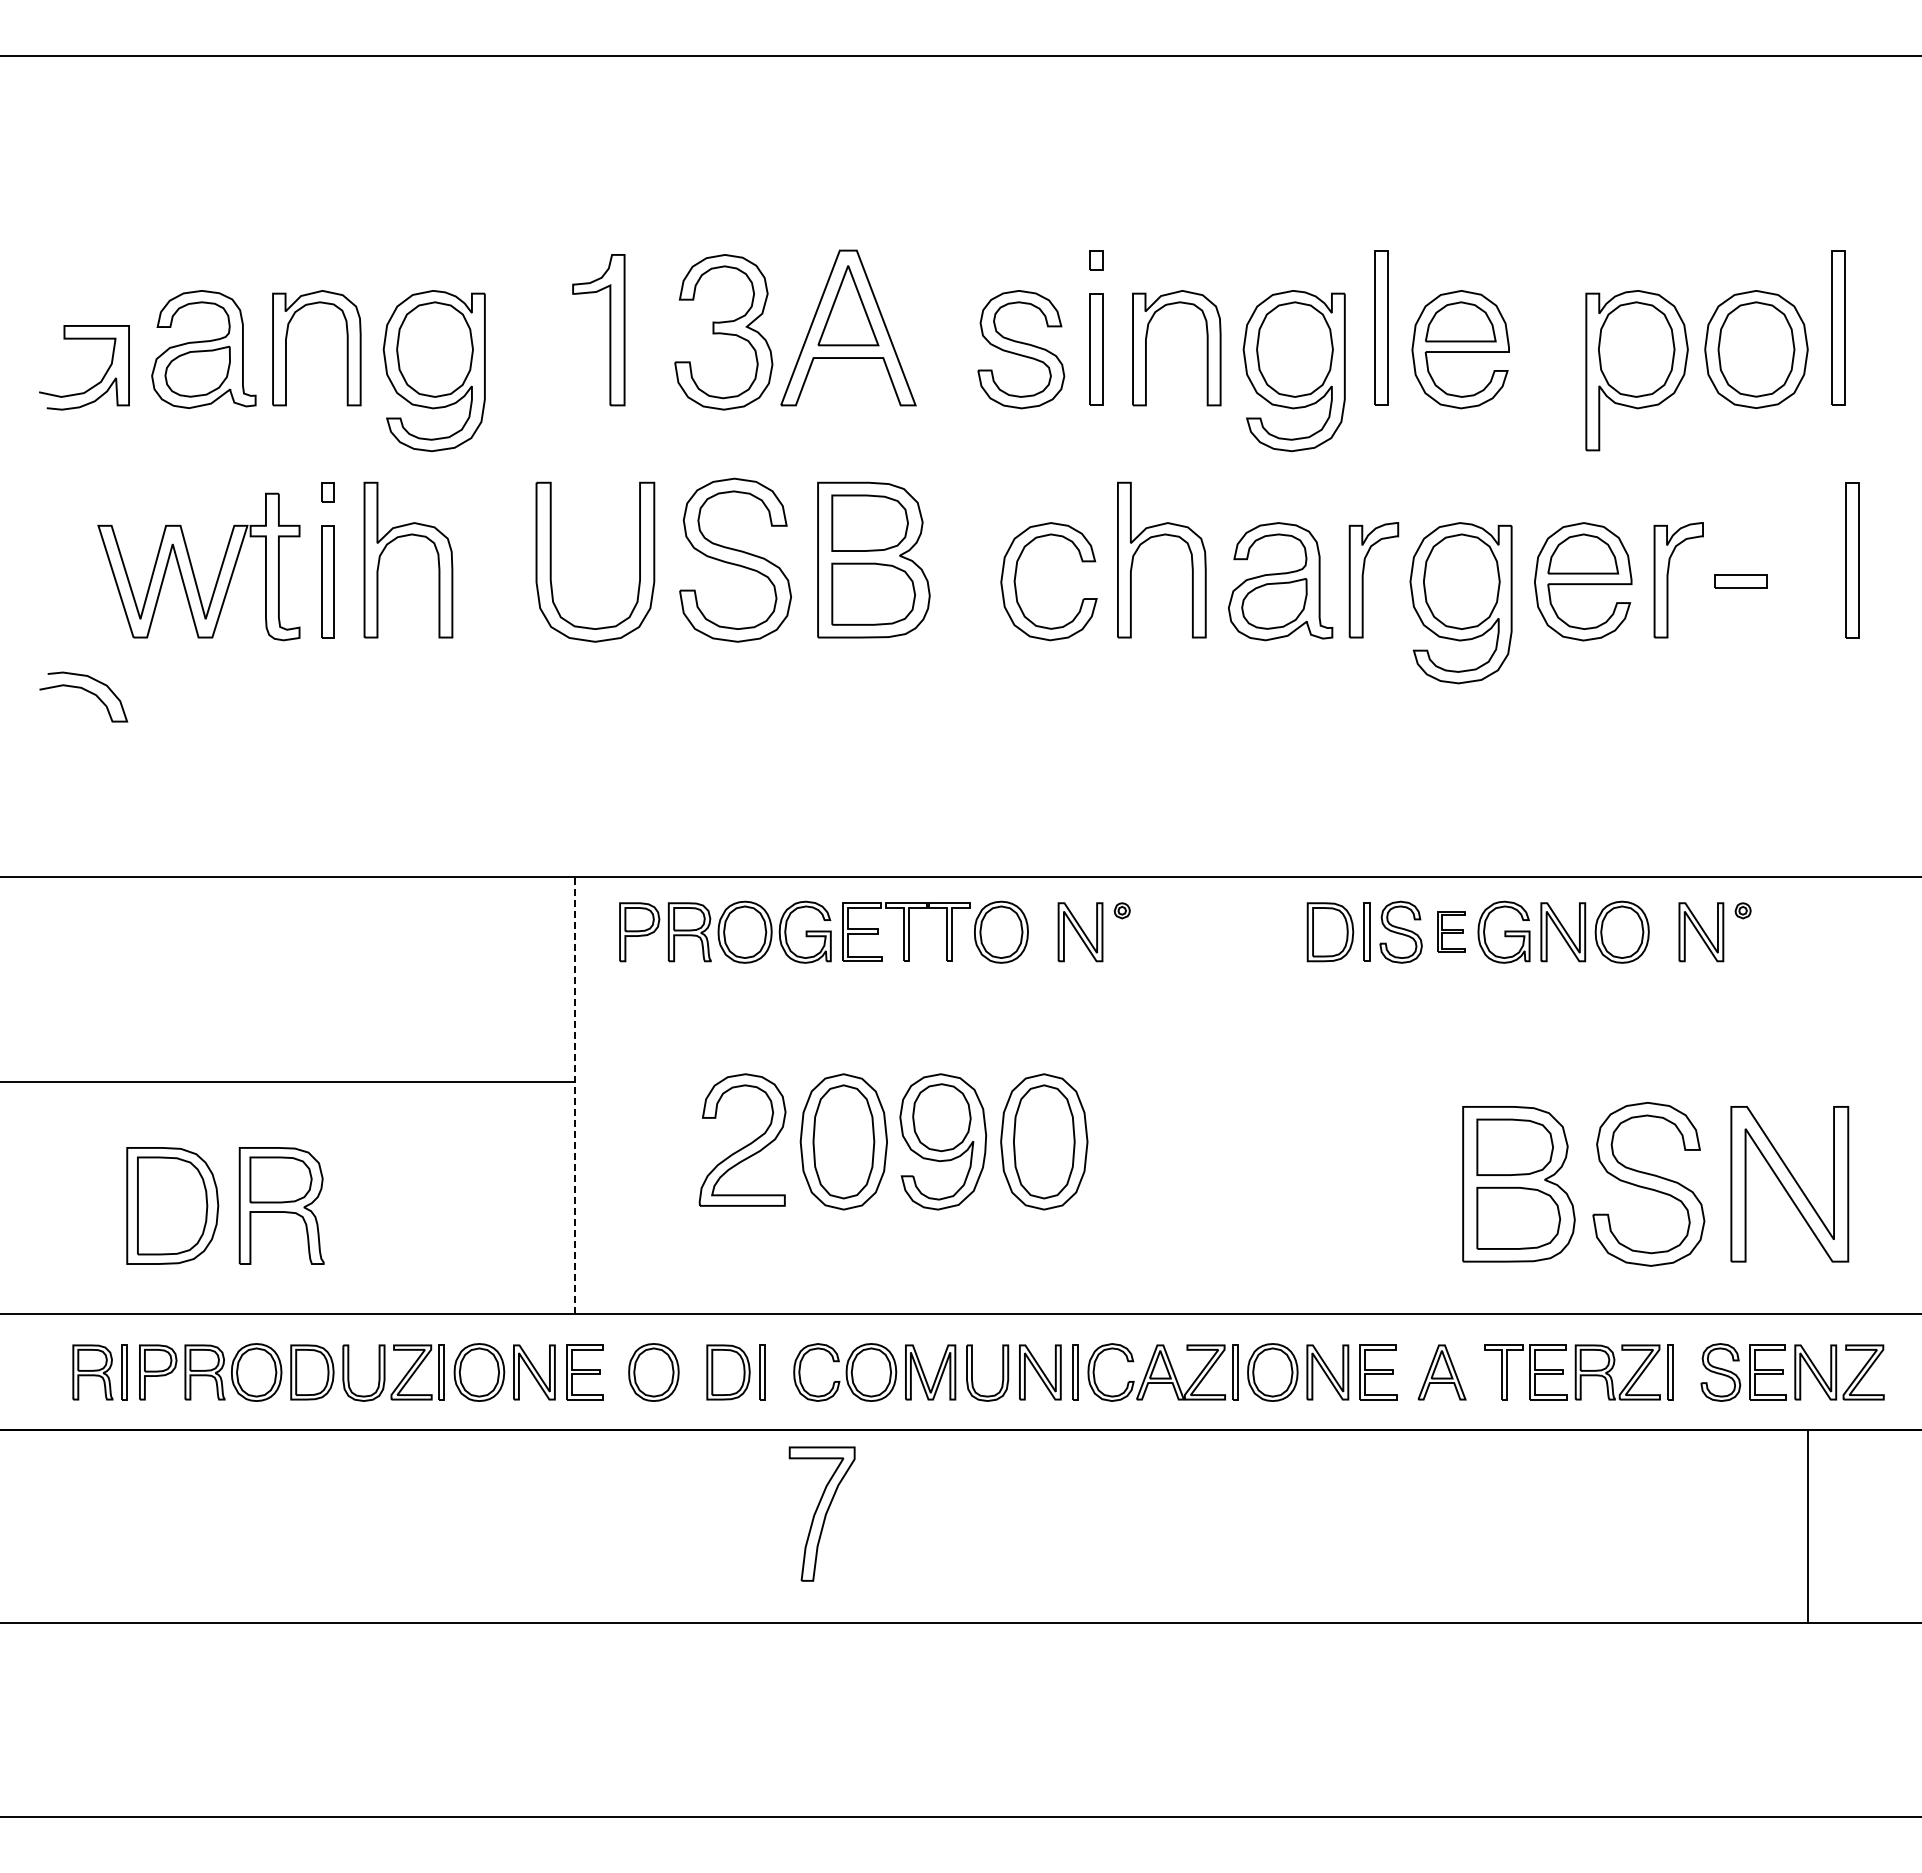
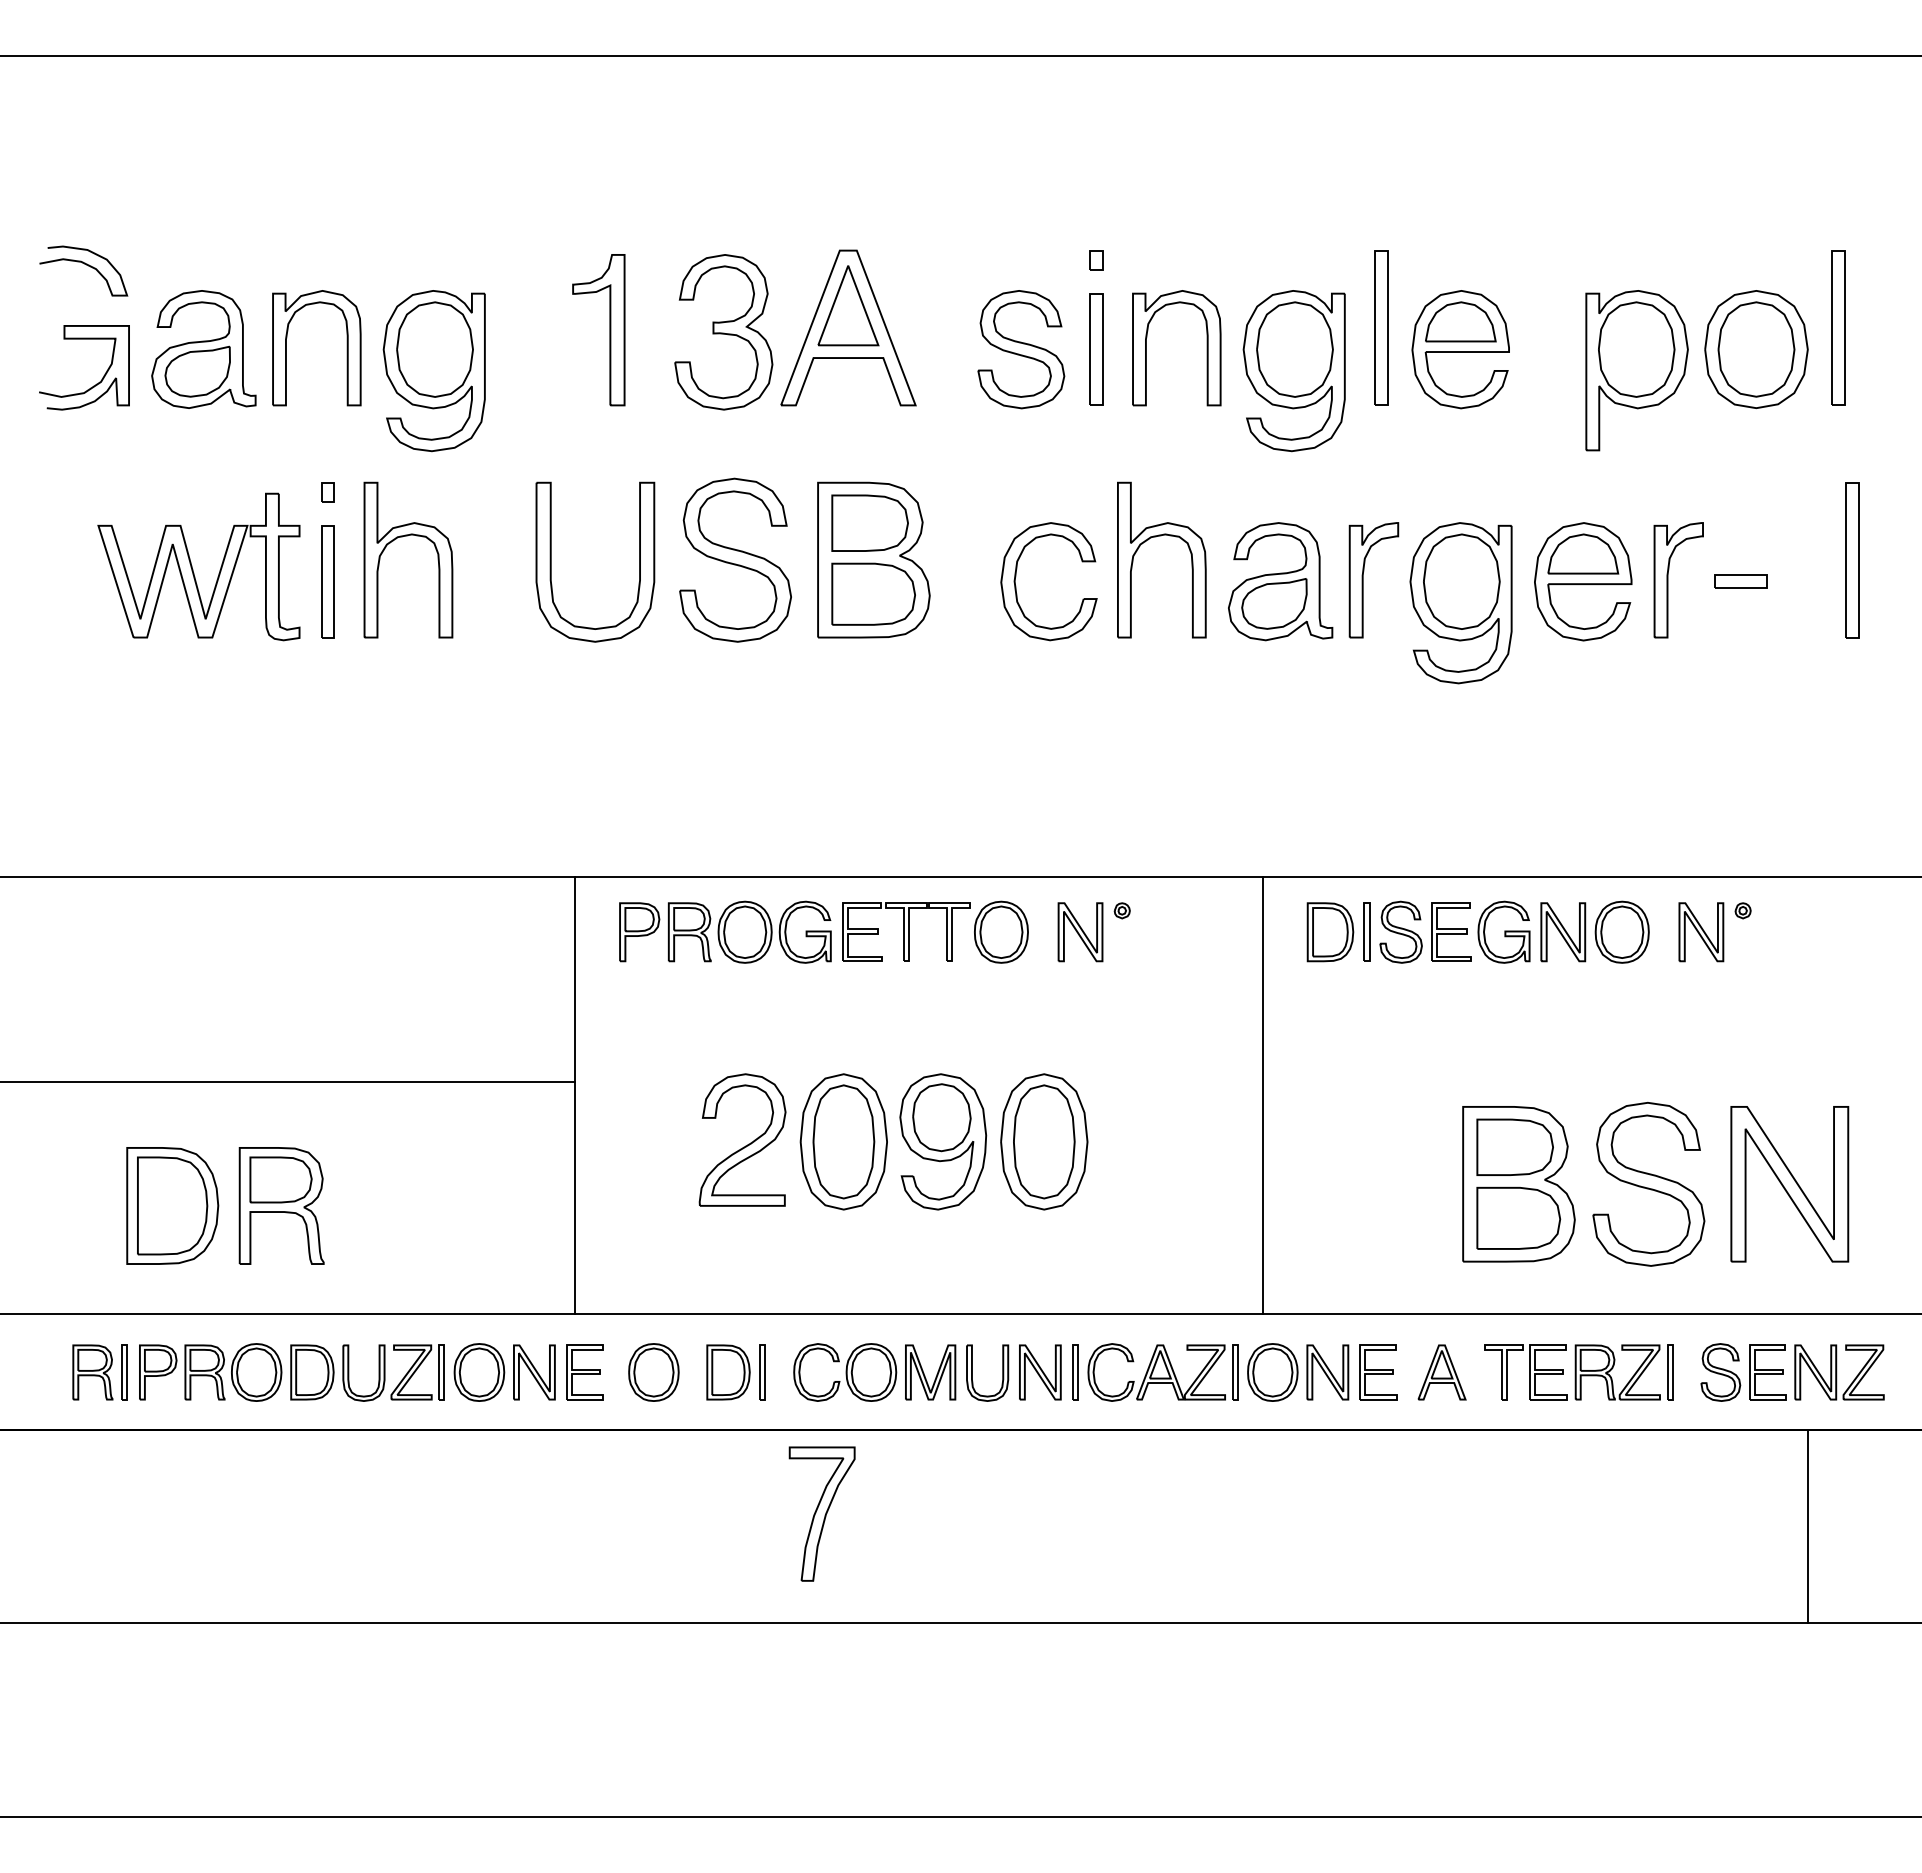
curve at (86, 691) position: (86, 691) -> (86, 265)
part at (1451, 931) size: 29x42 px -> 41x60 px
line at (1262, 1094): none -> present
line at (574, 1095): dashed -> solid
